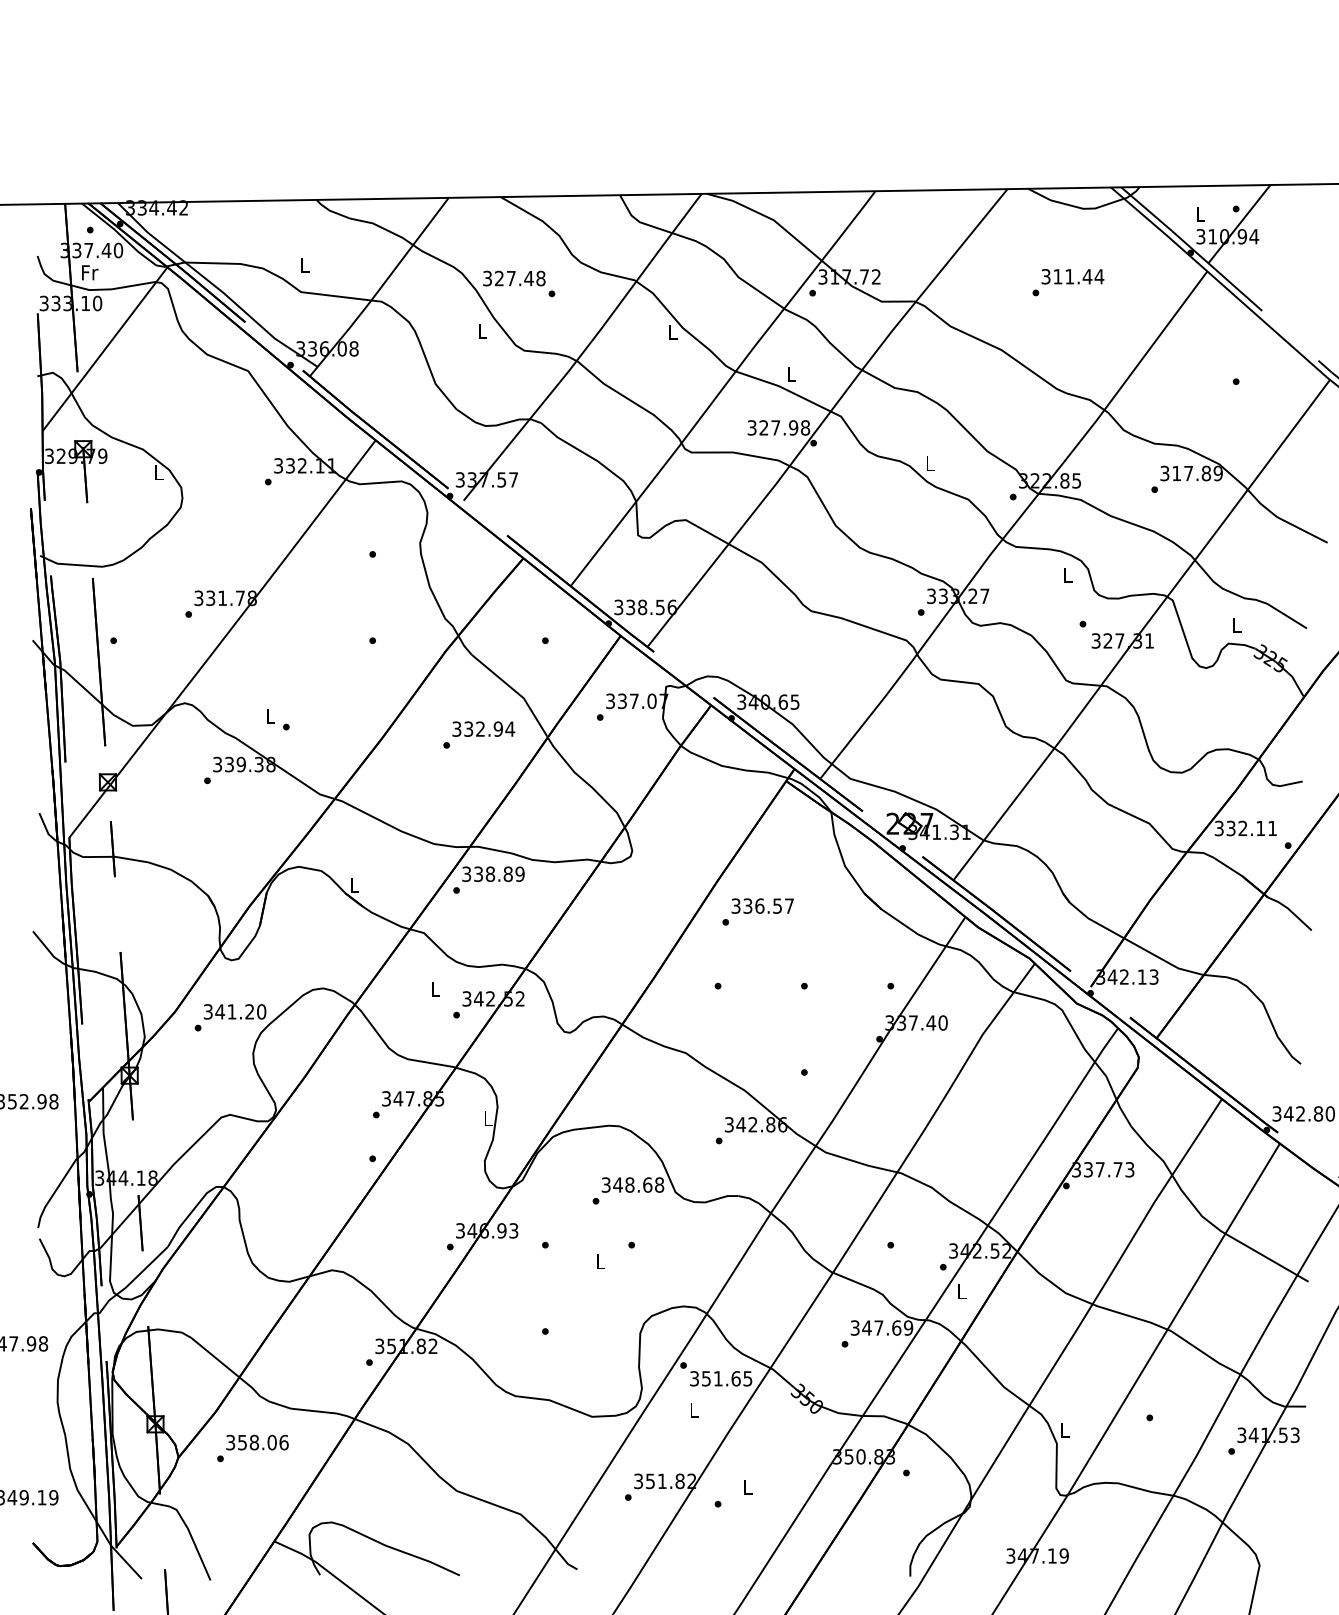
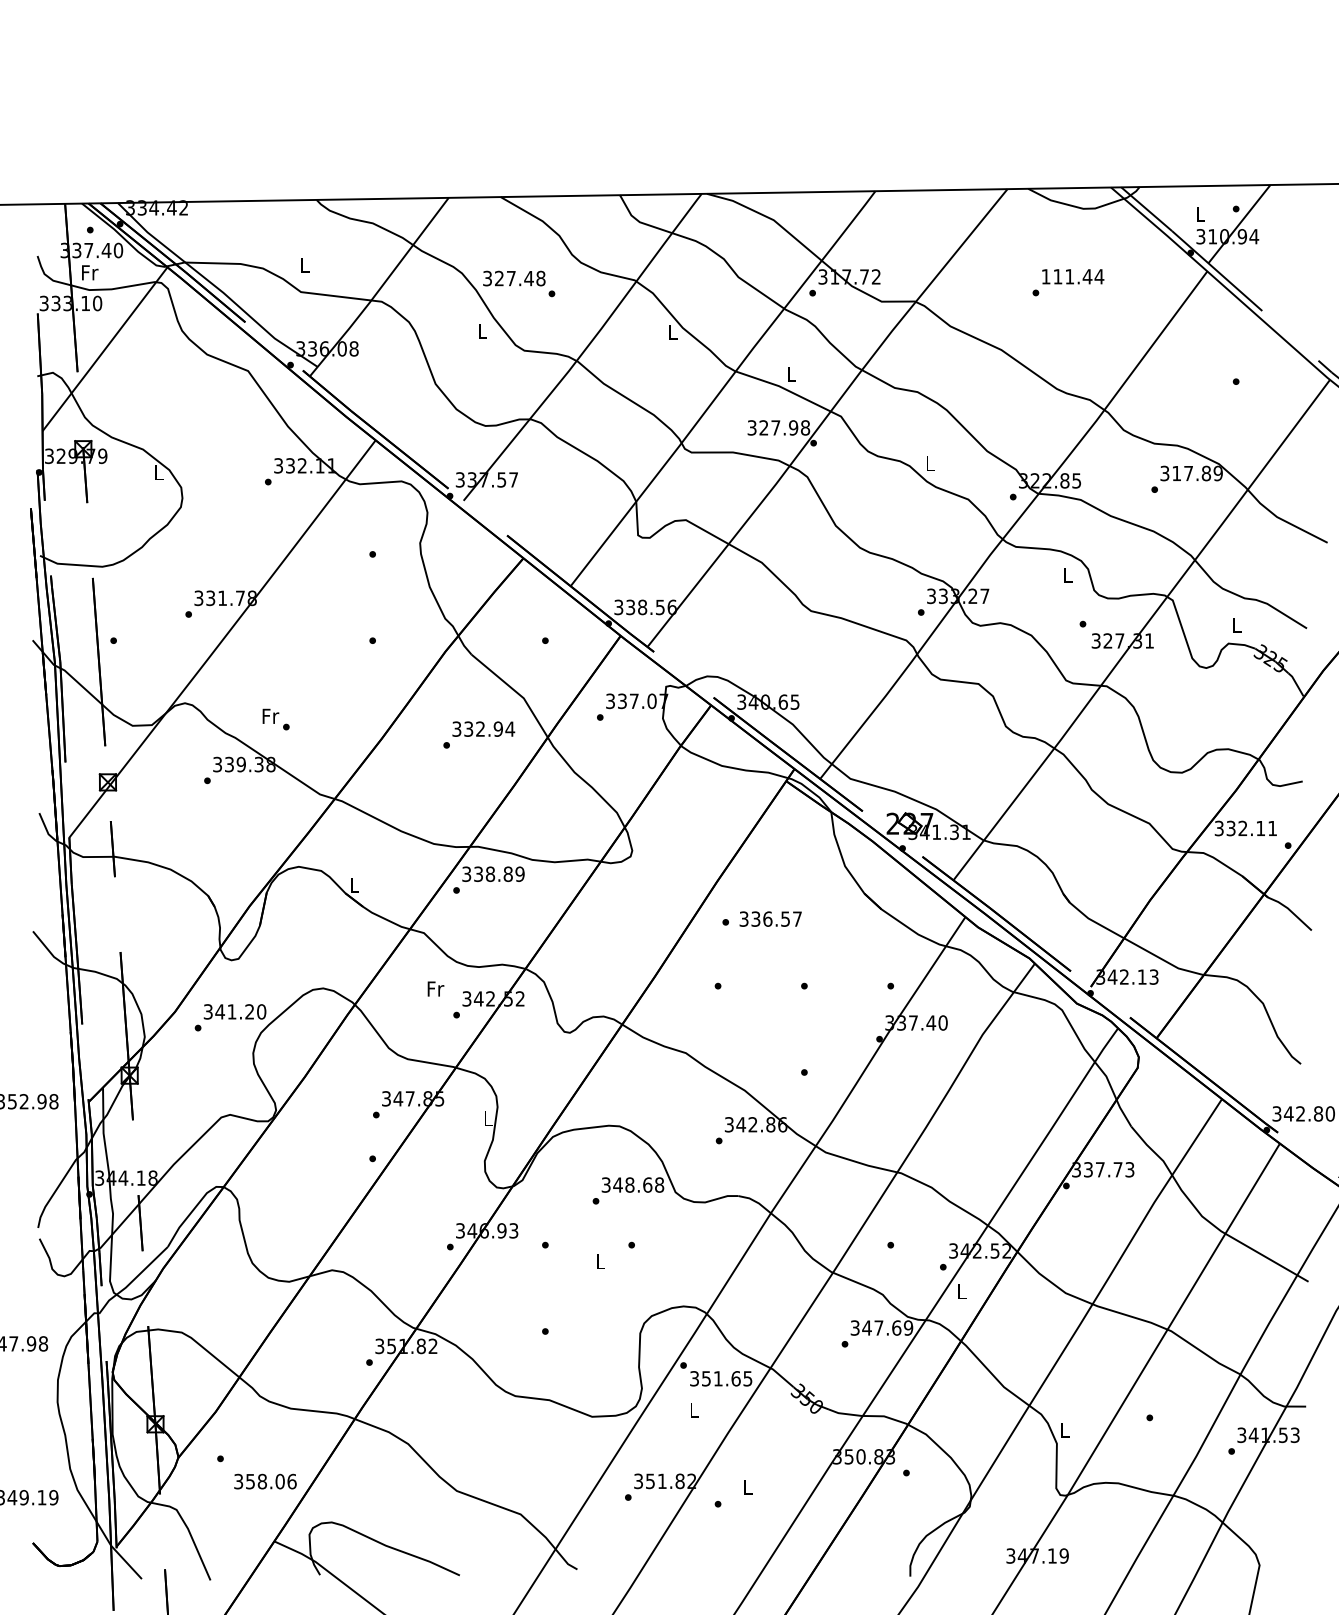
text at (1045, 276): 311.44 -> 111.44
text at (270, 715): L -> Fr
text at (762, 905) position: (762, 905) -> (770, 918)
text at (435, 988): L -> Fr
text at (257, 1442) position: (257, 1442) -> (265, 1481)
